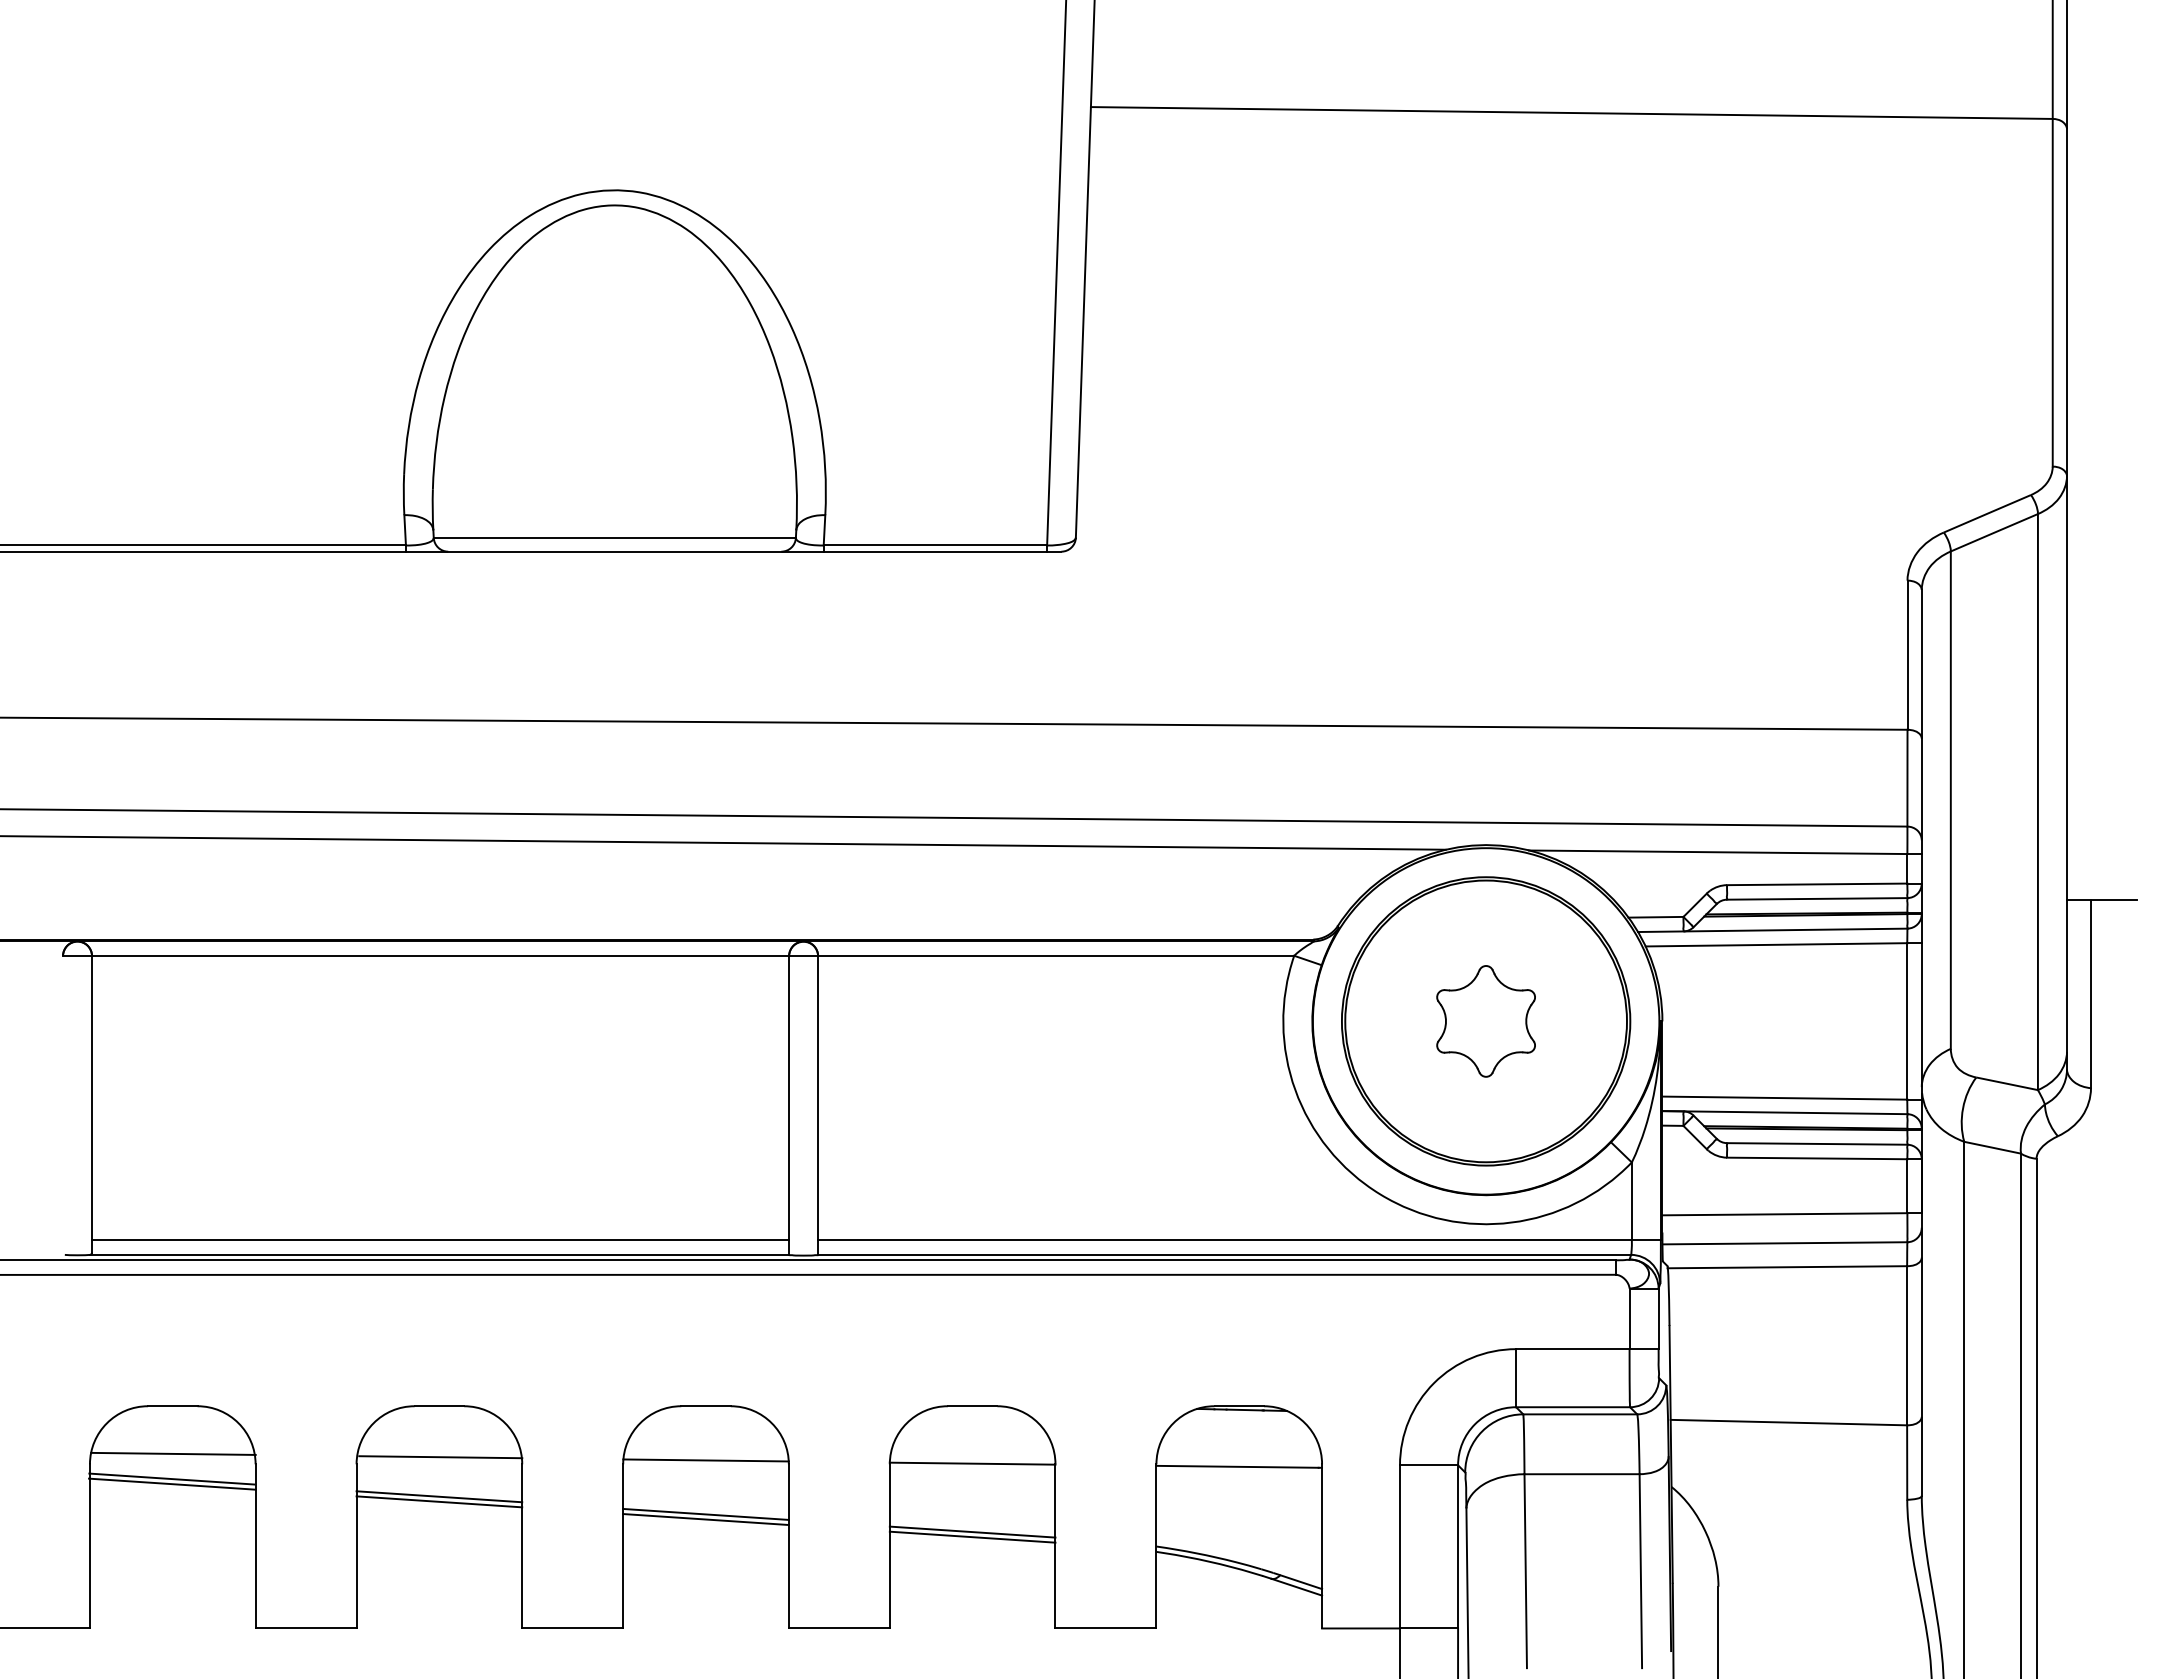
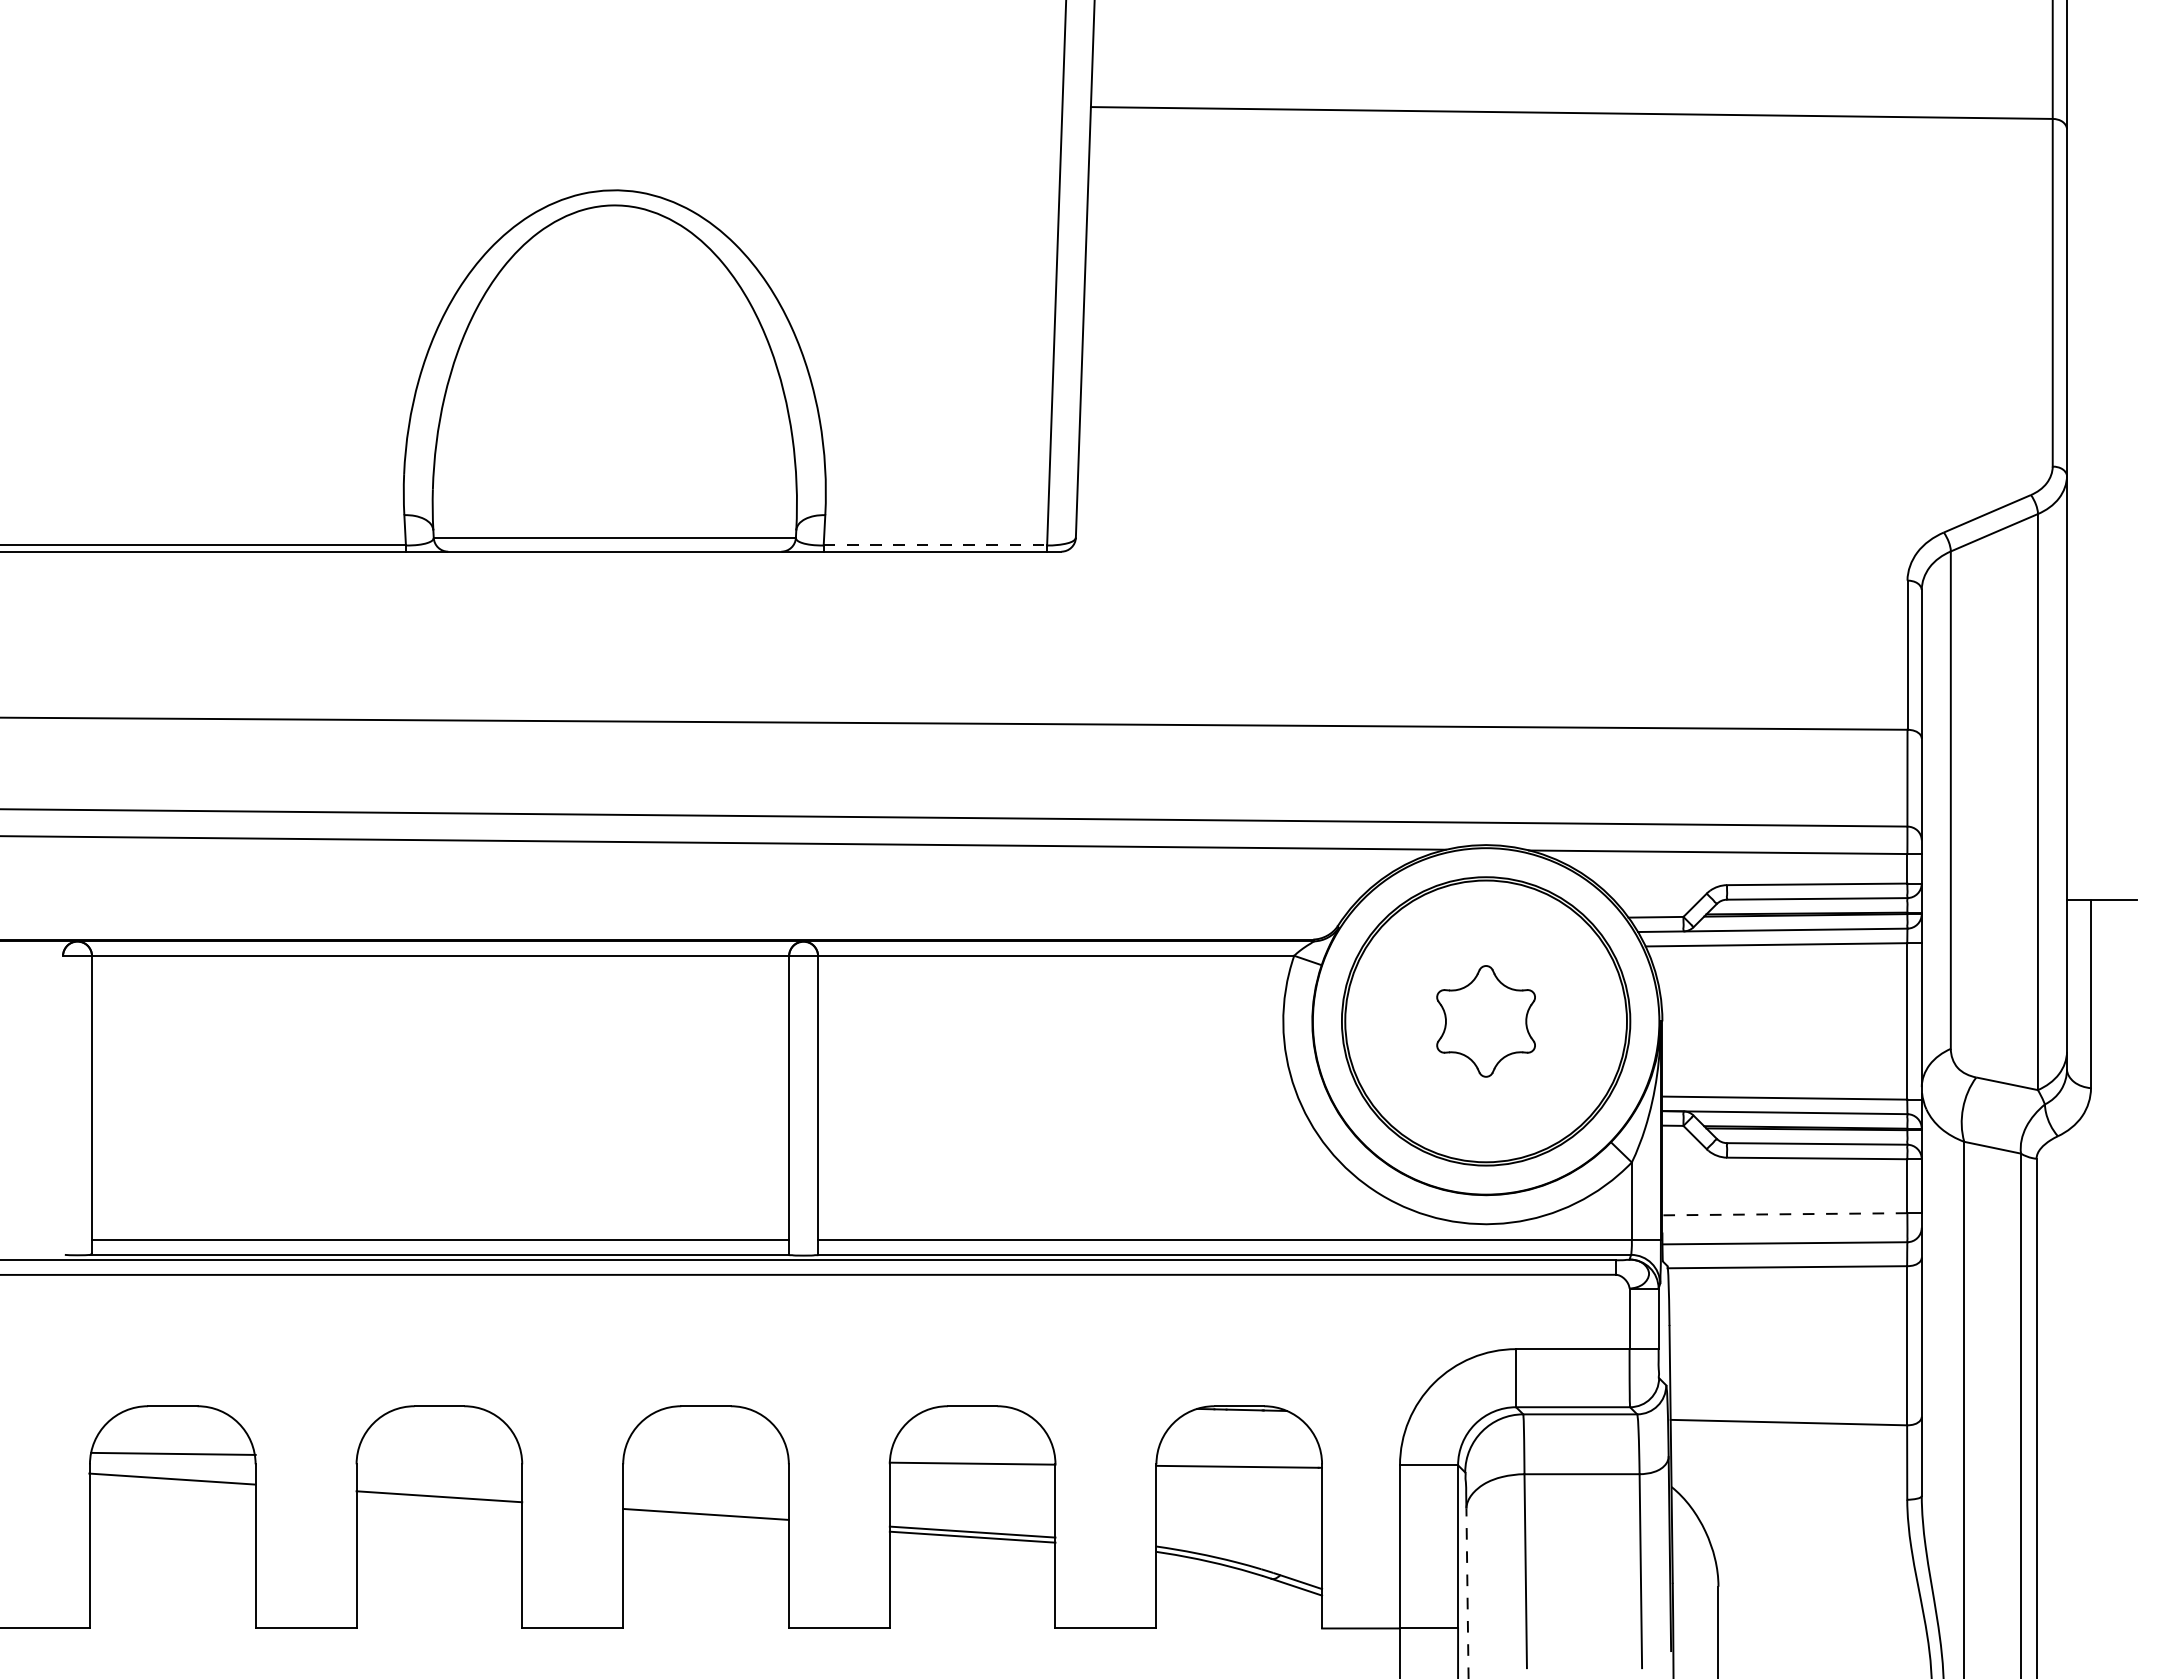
line at (935, 545): solid -> dashed
line at (1784, 1214): solid -> dashed
line at (440, 1457): present -> none
line at (705, 1460): present -> none
line at (172, 1483): present -> none
line at (439, 1501): present -> none
line at (705, 1519): present -> none
line at (1467, 1593): solid -> dashed
